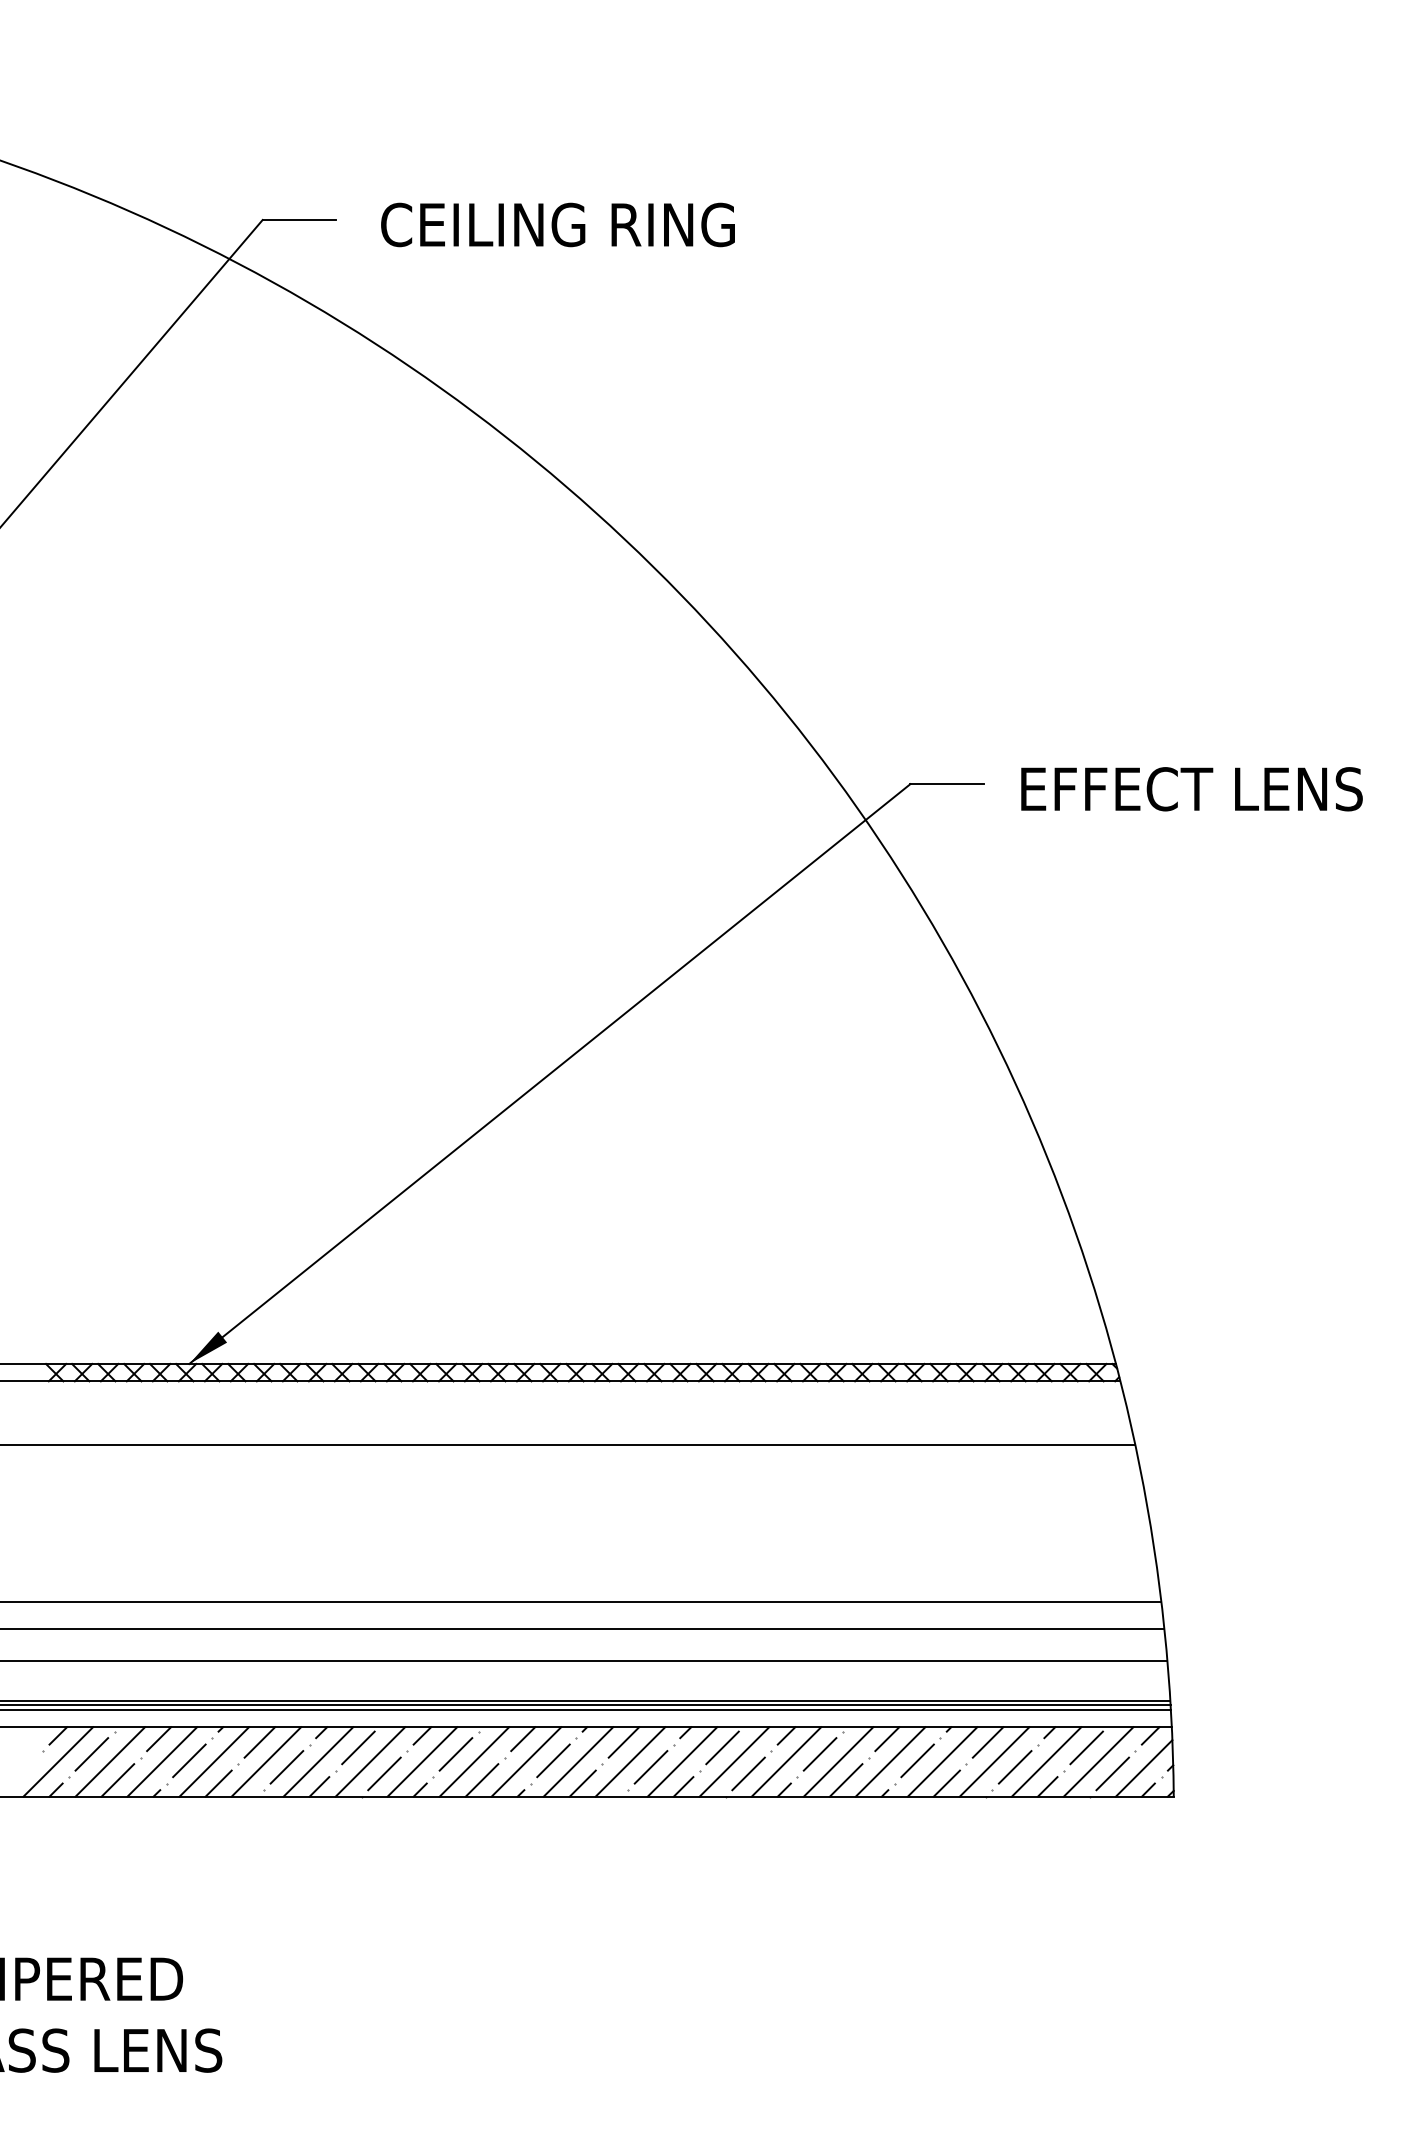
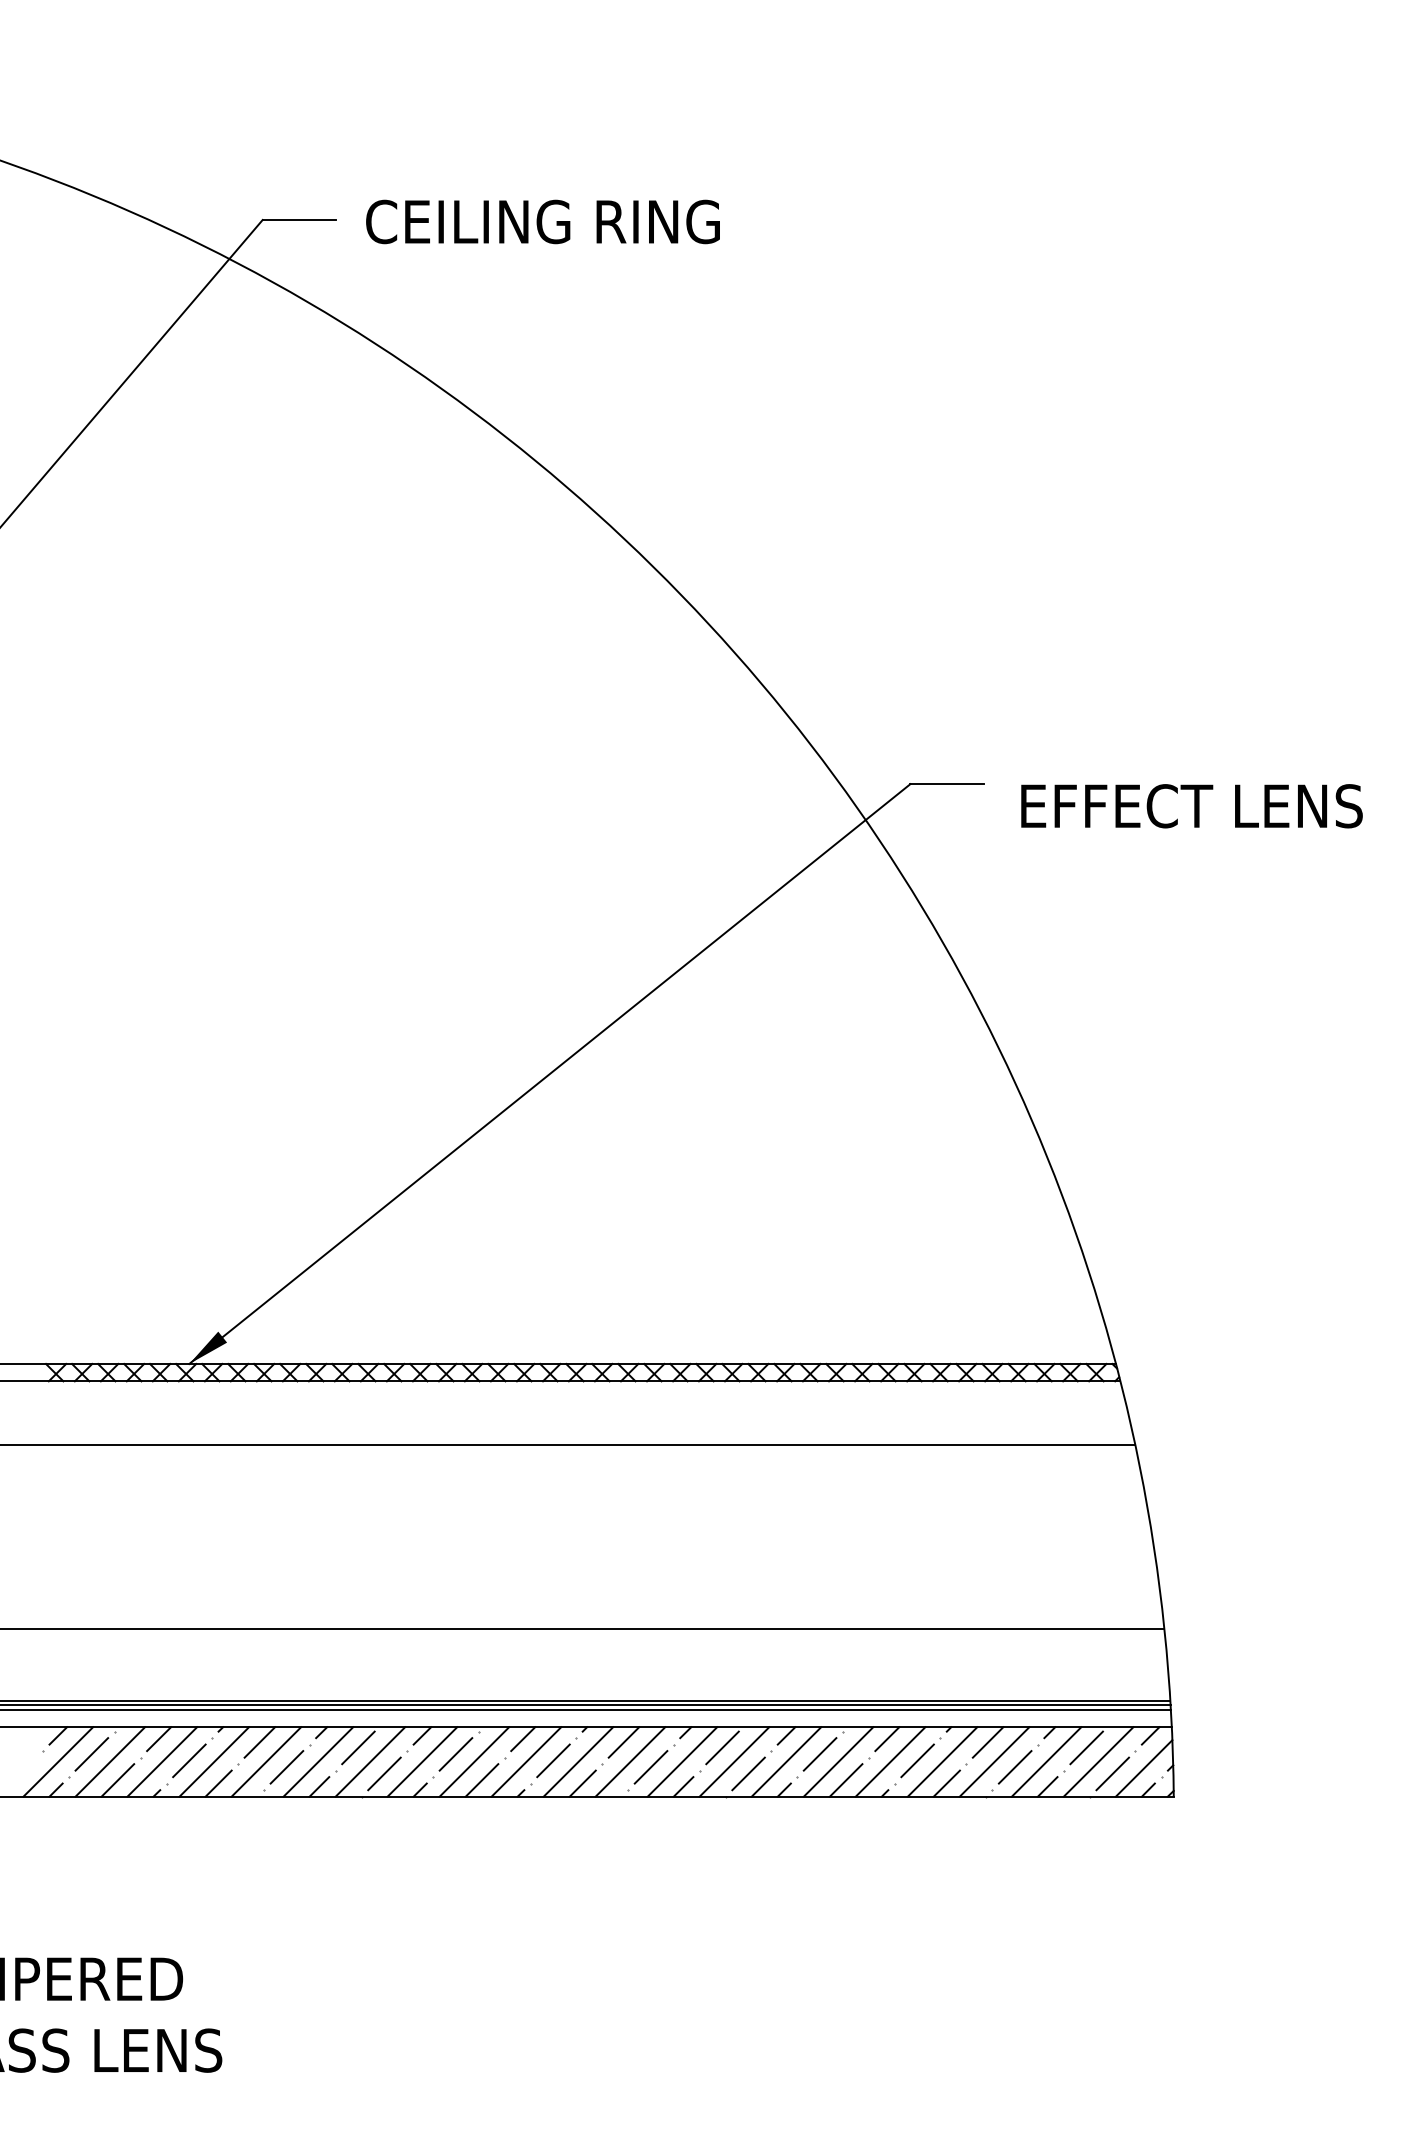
text at (557, 224) position: (557, 224) -> (542, 221)
text at (1191, 789) position: (1191, 789) -> (1191, 806)
line at (581, 1601): present -> none
line at (584, 1660): present -> none
